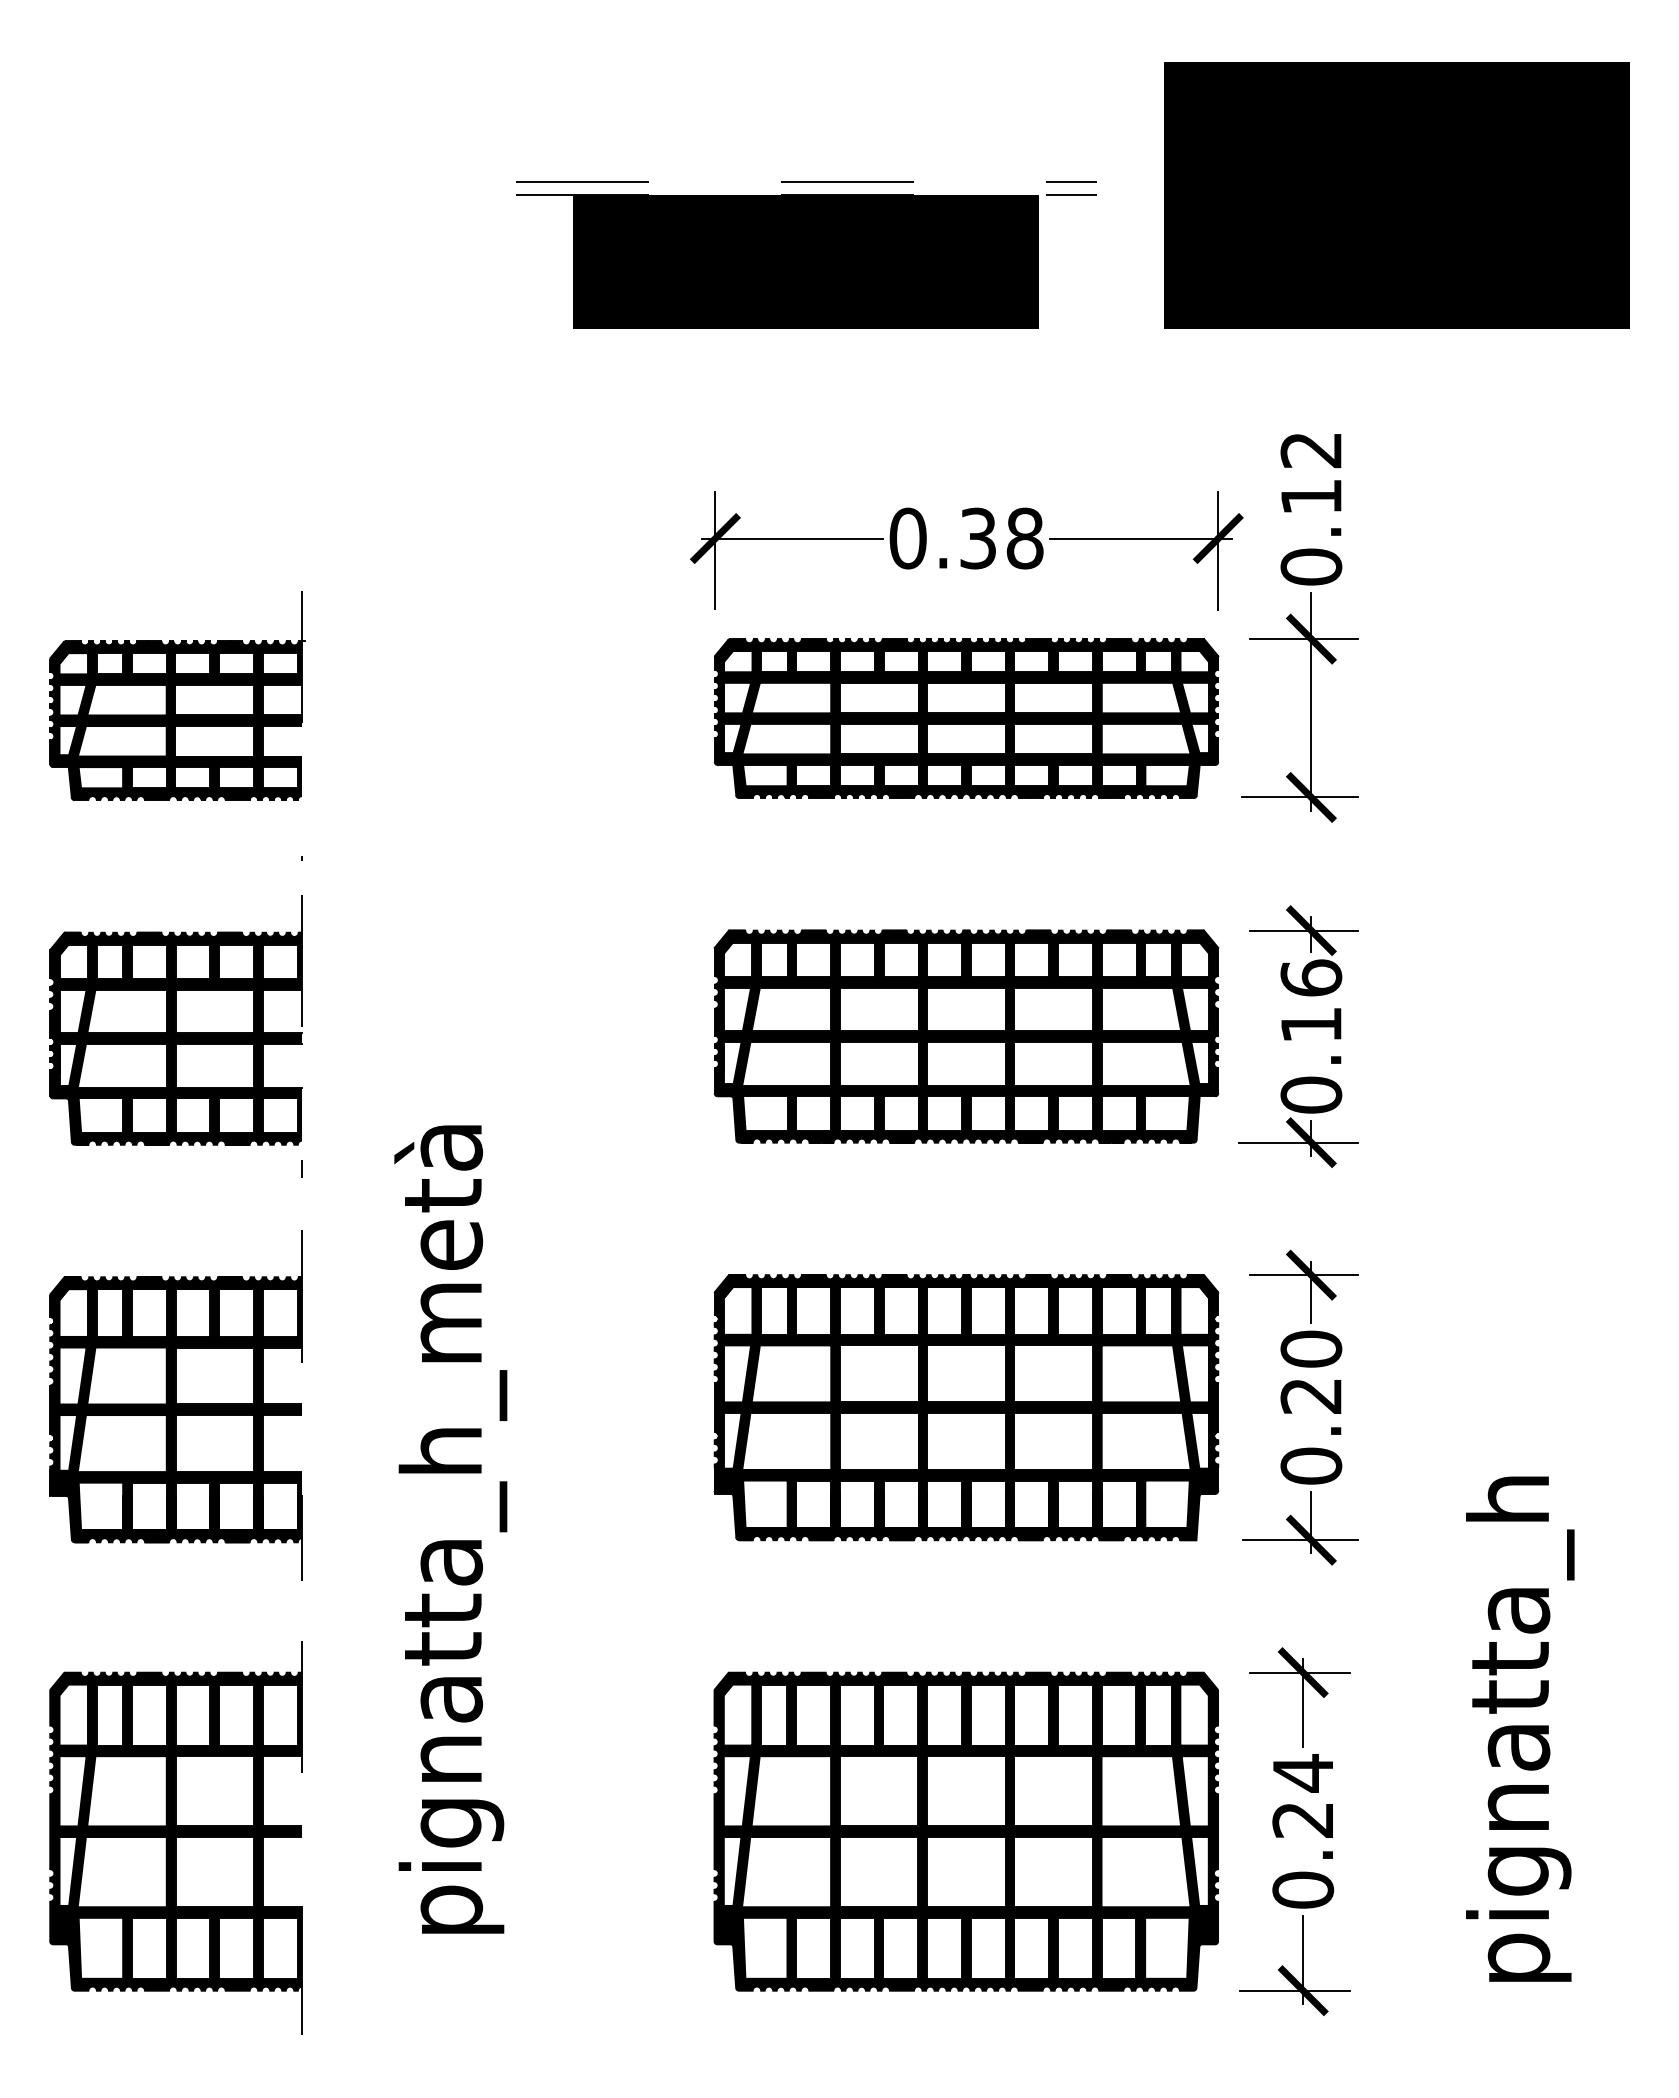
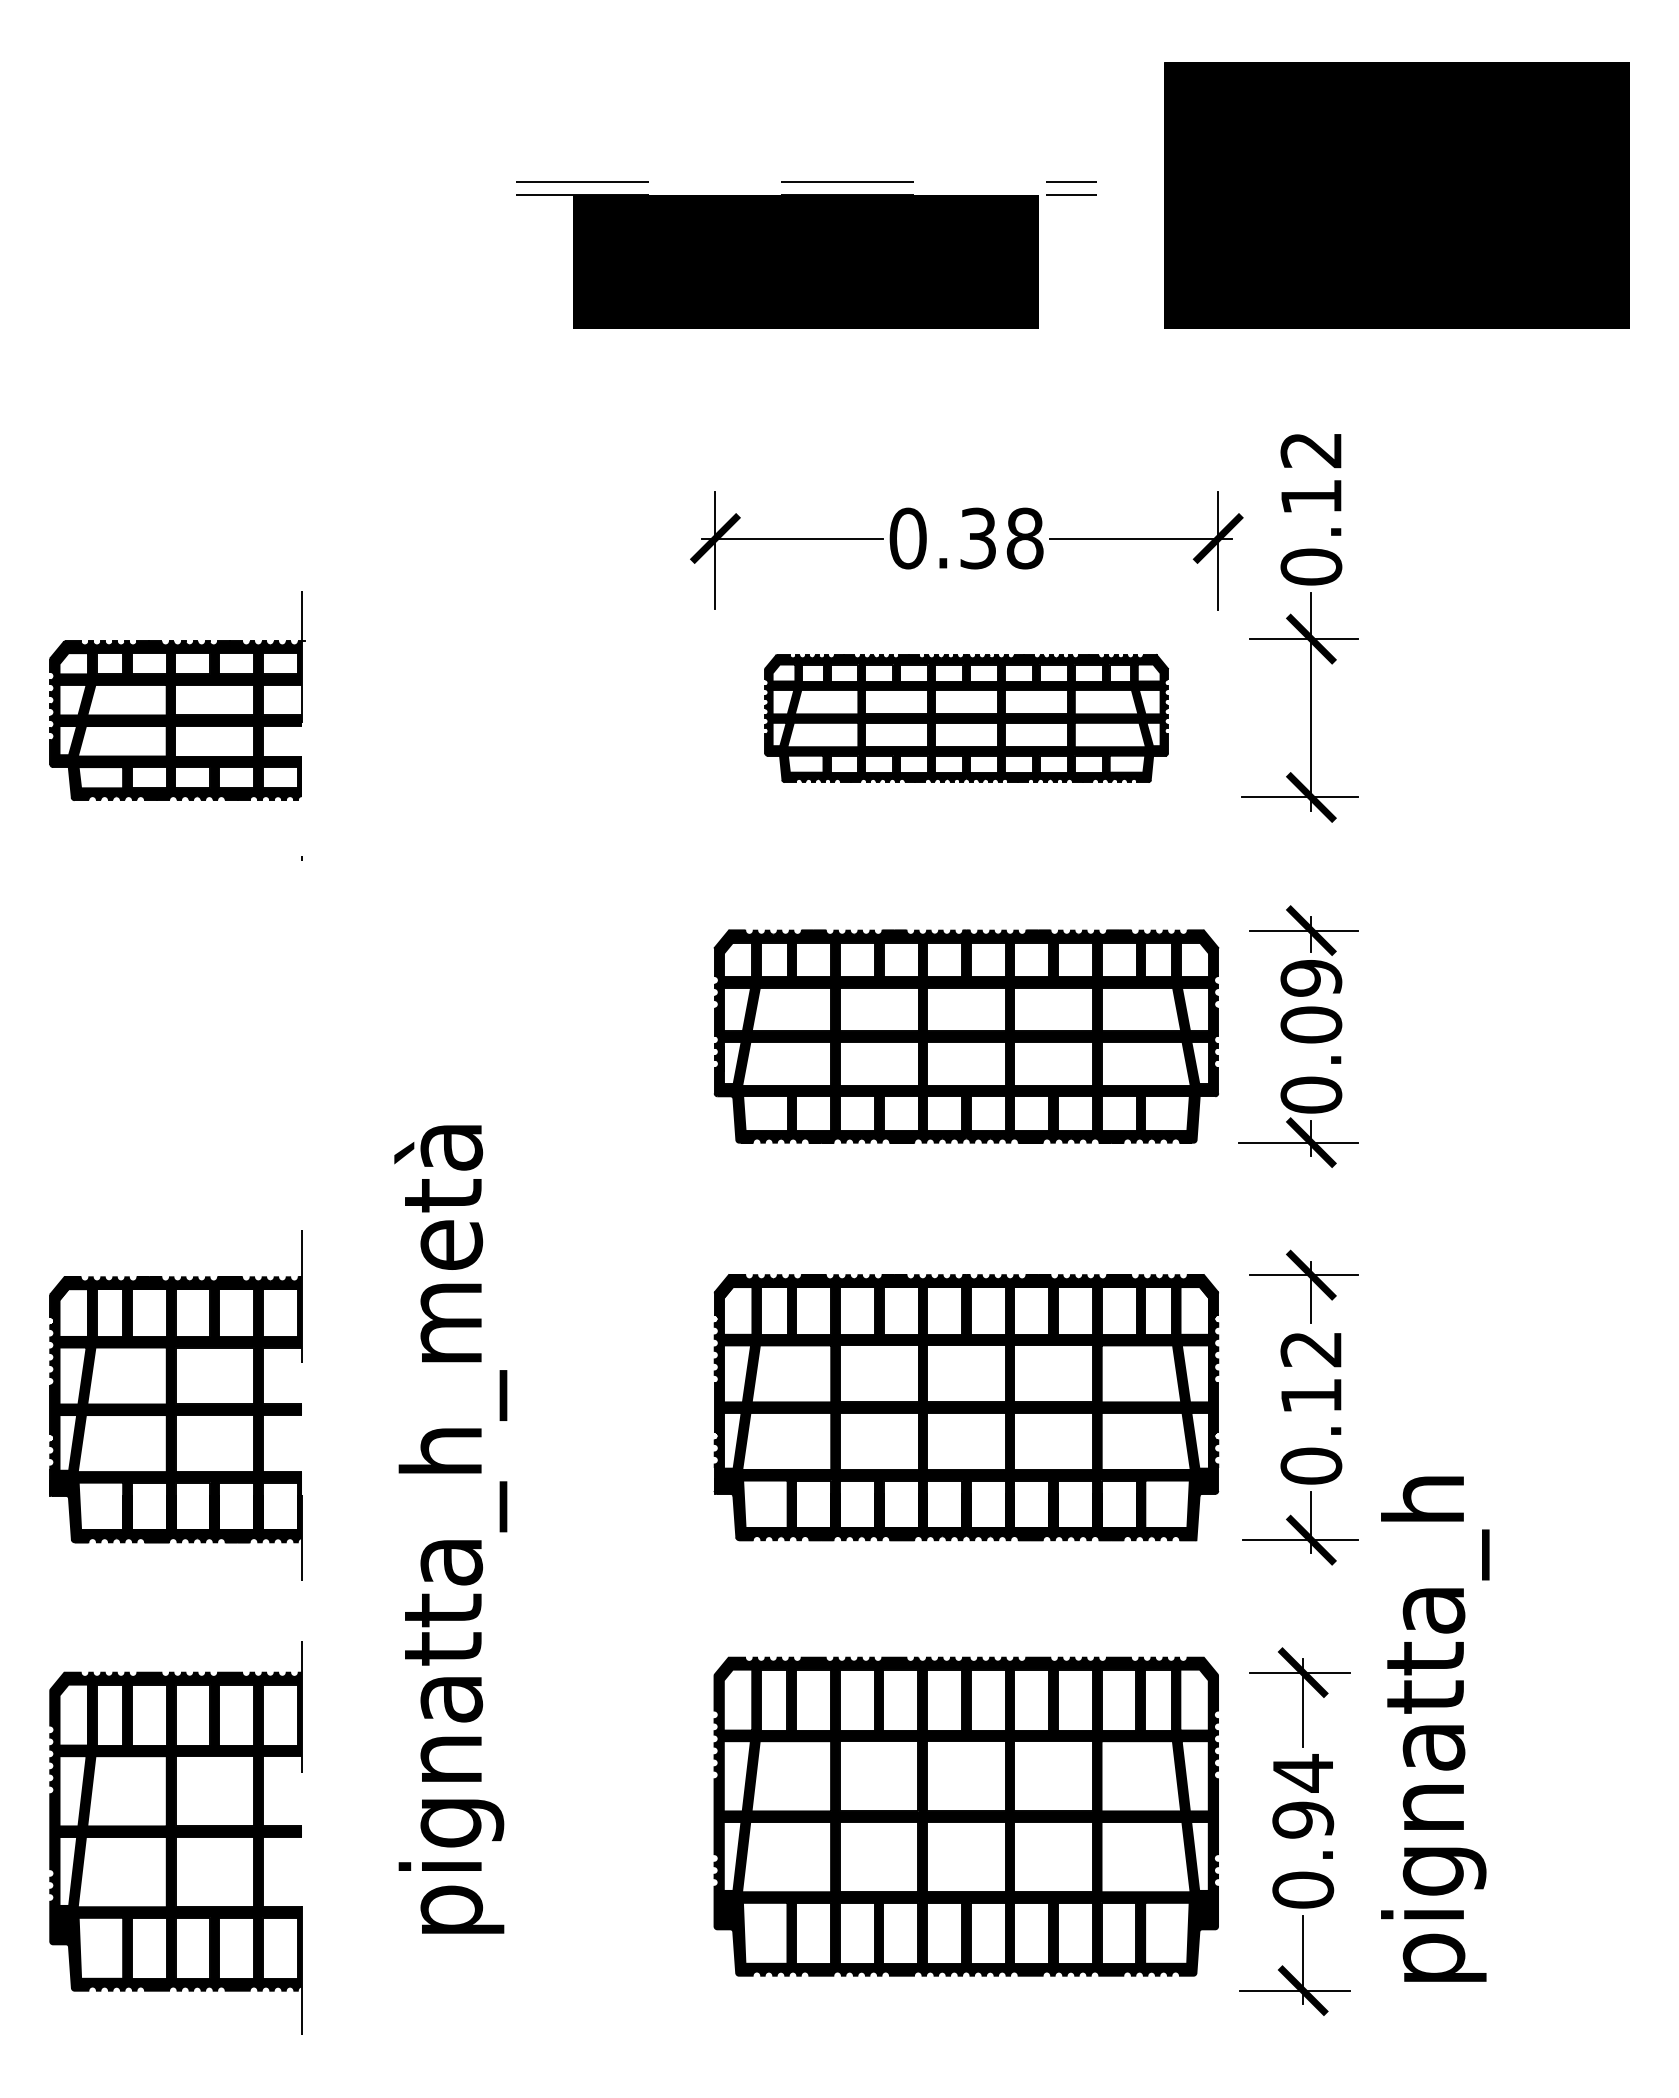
part at (966, 718) size: 506x161 px -> 405x130 px
text at (1311, 1001): 0.16 -> 0.09
part at (175, 1036): present -> none
text at (1311, 1371): 0.20 -> 0.12
text at (1520, 1728) position: (1520, 1728) -> (1435, 1728)
text at (1303, 1819): 0.24 -> 0.94
part at (965, 1831) position: (965, 1831) -> (965, 1816)
